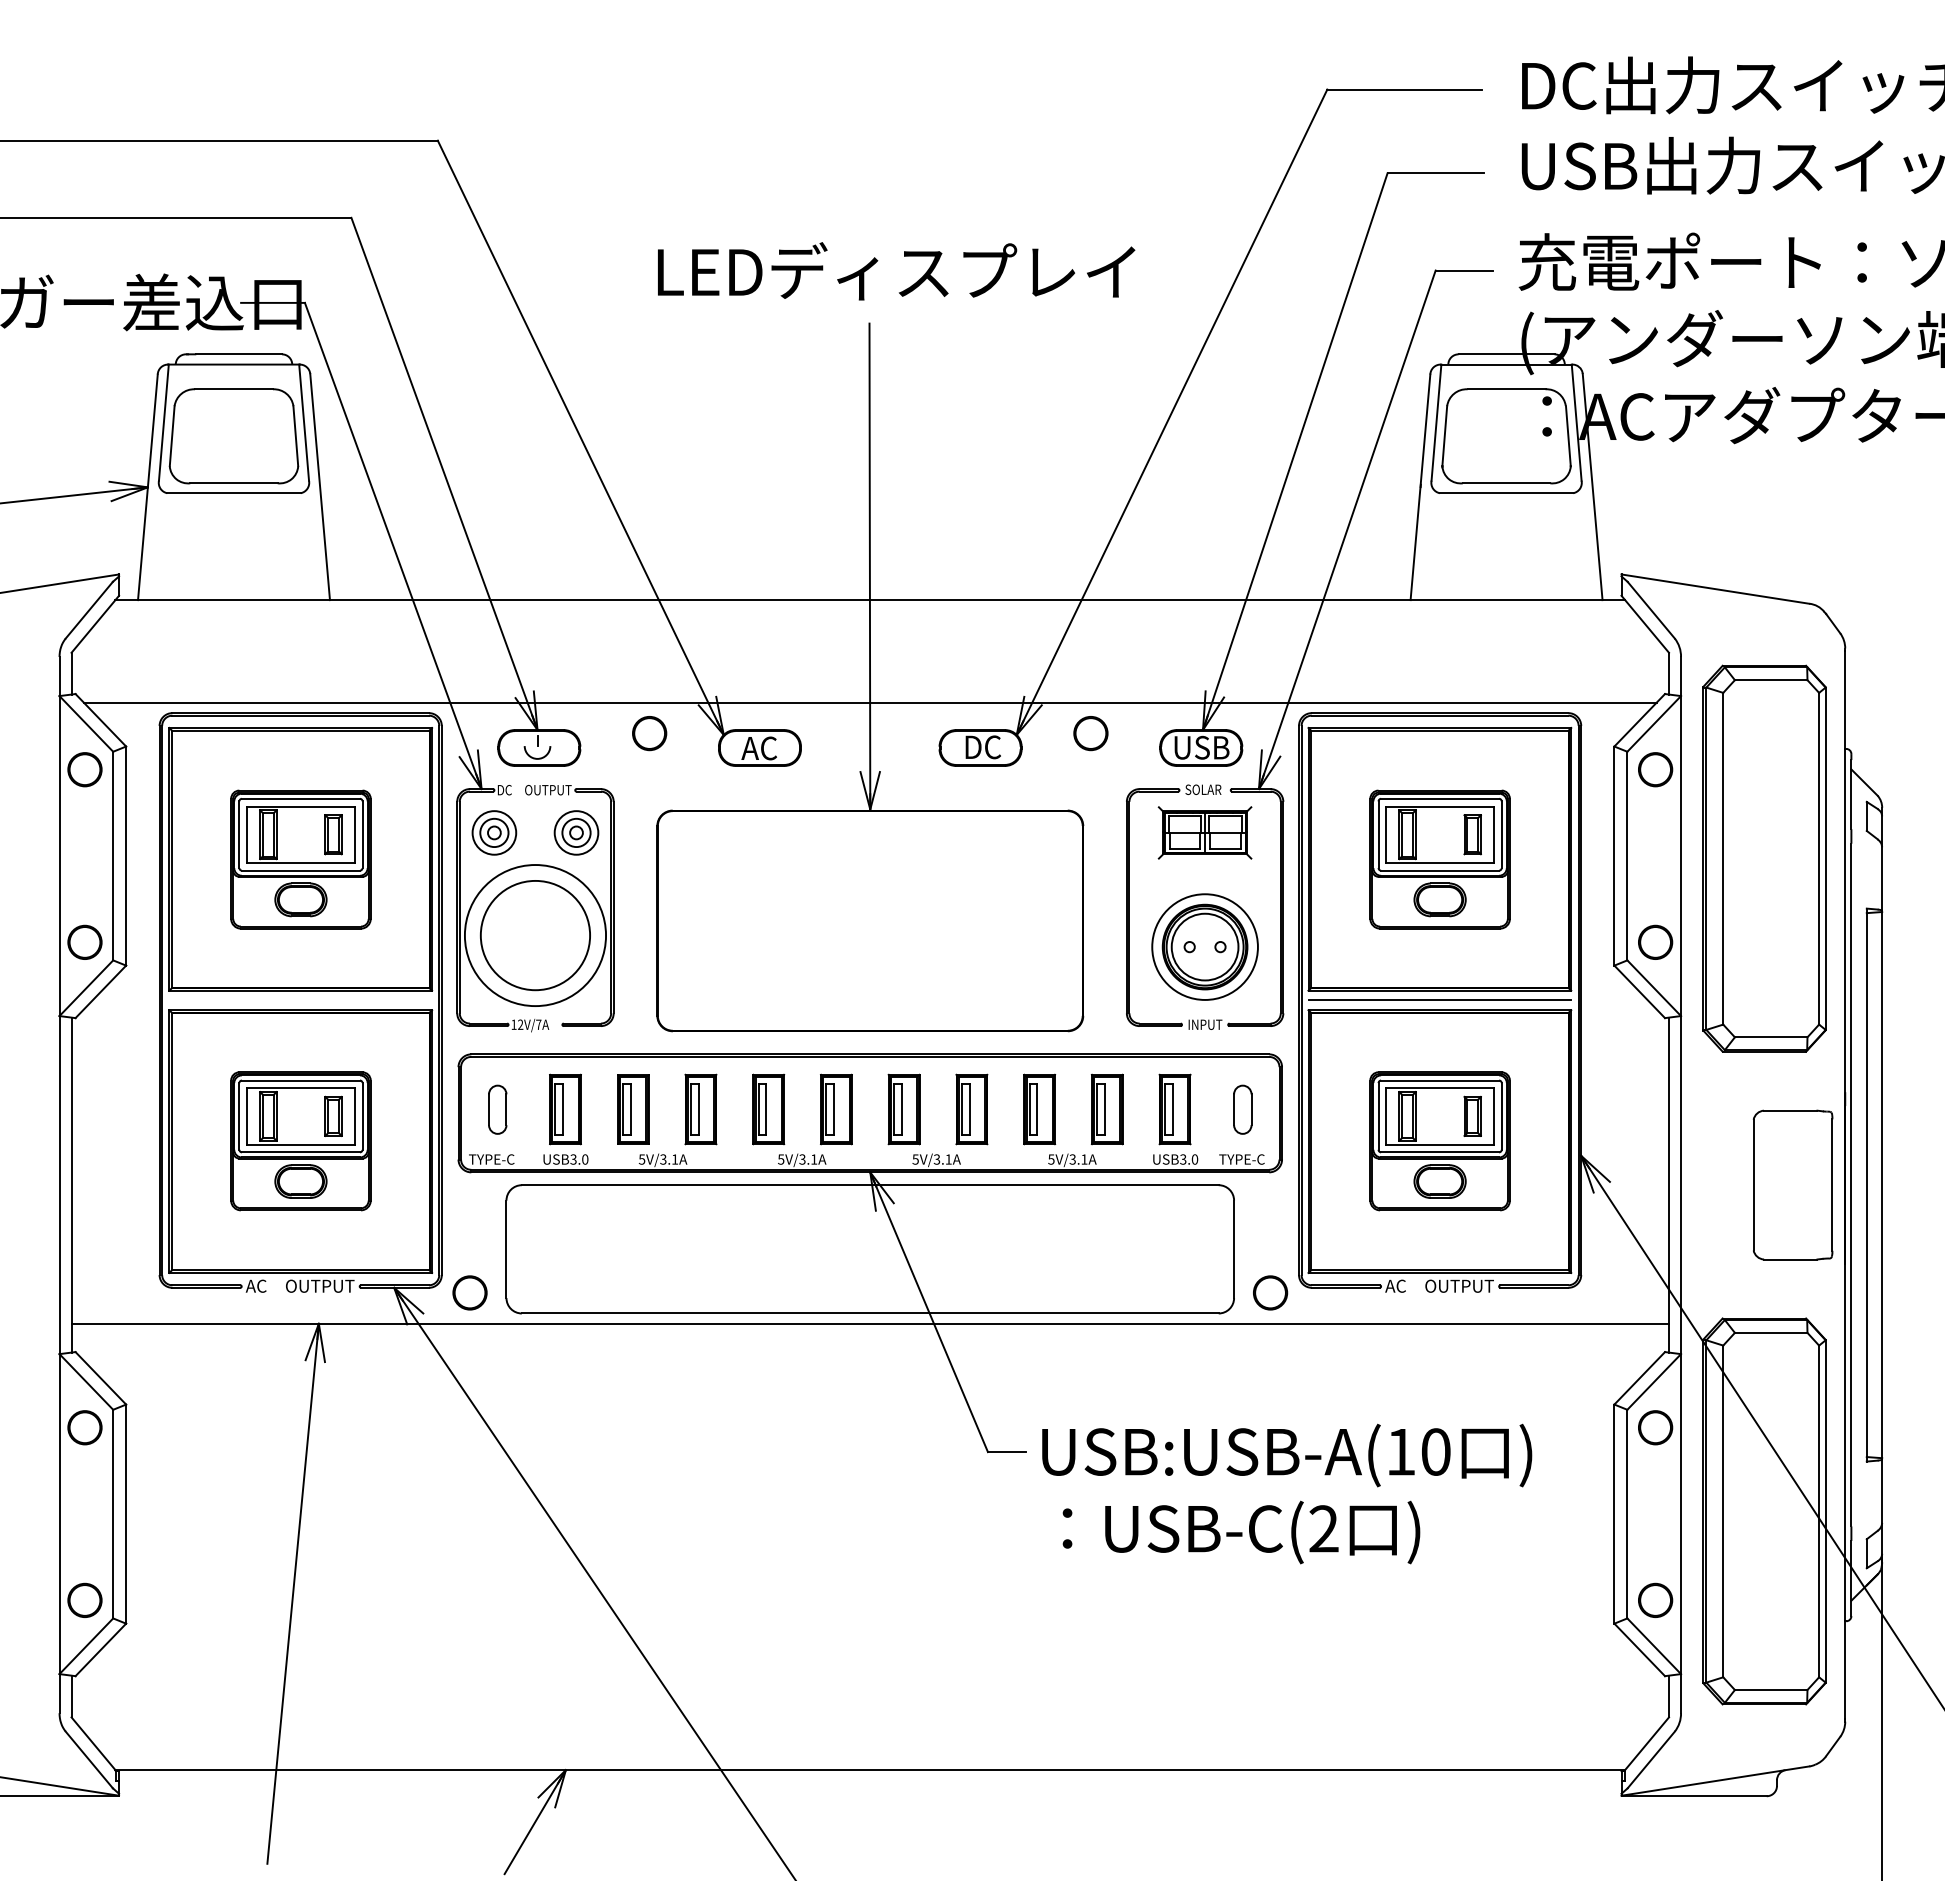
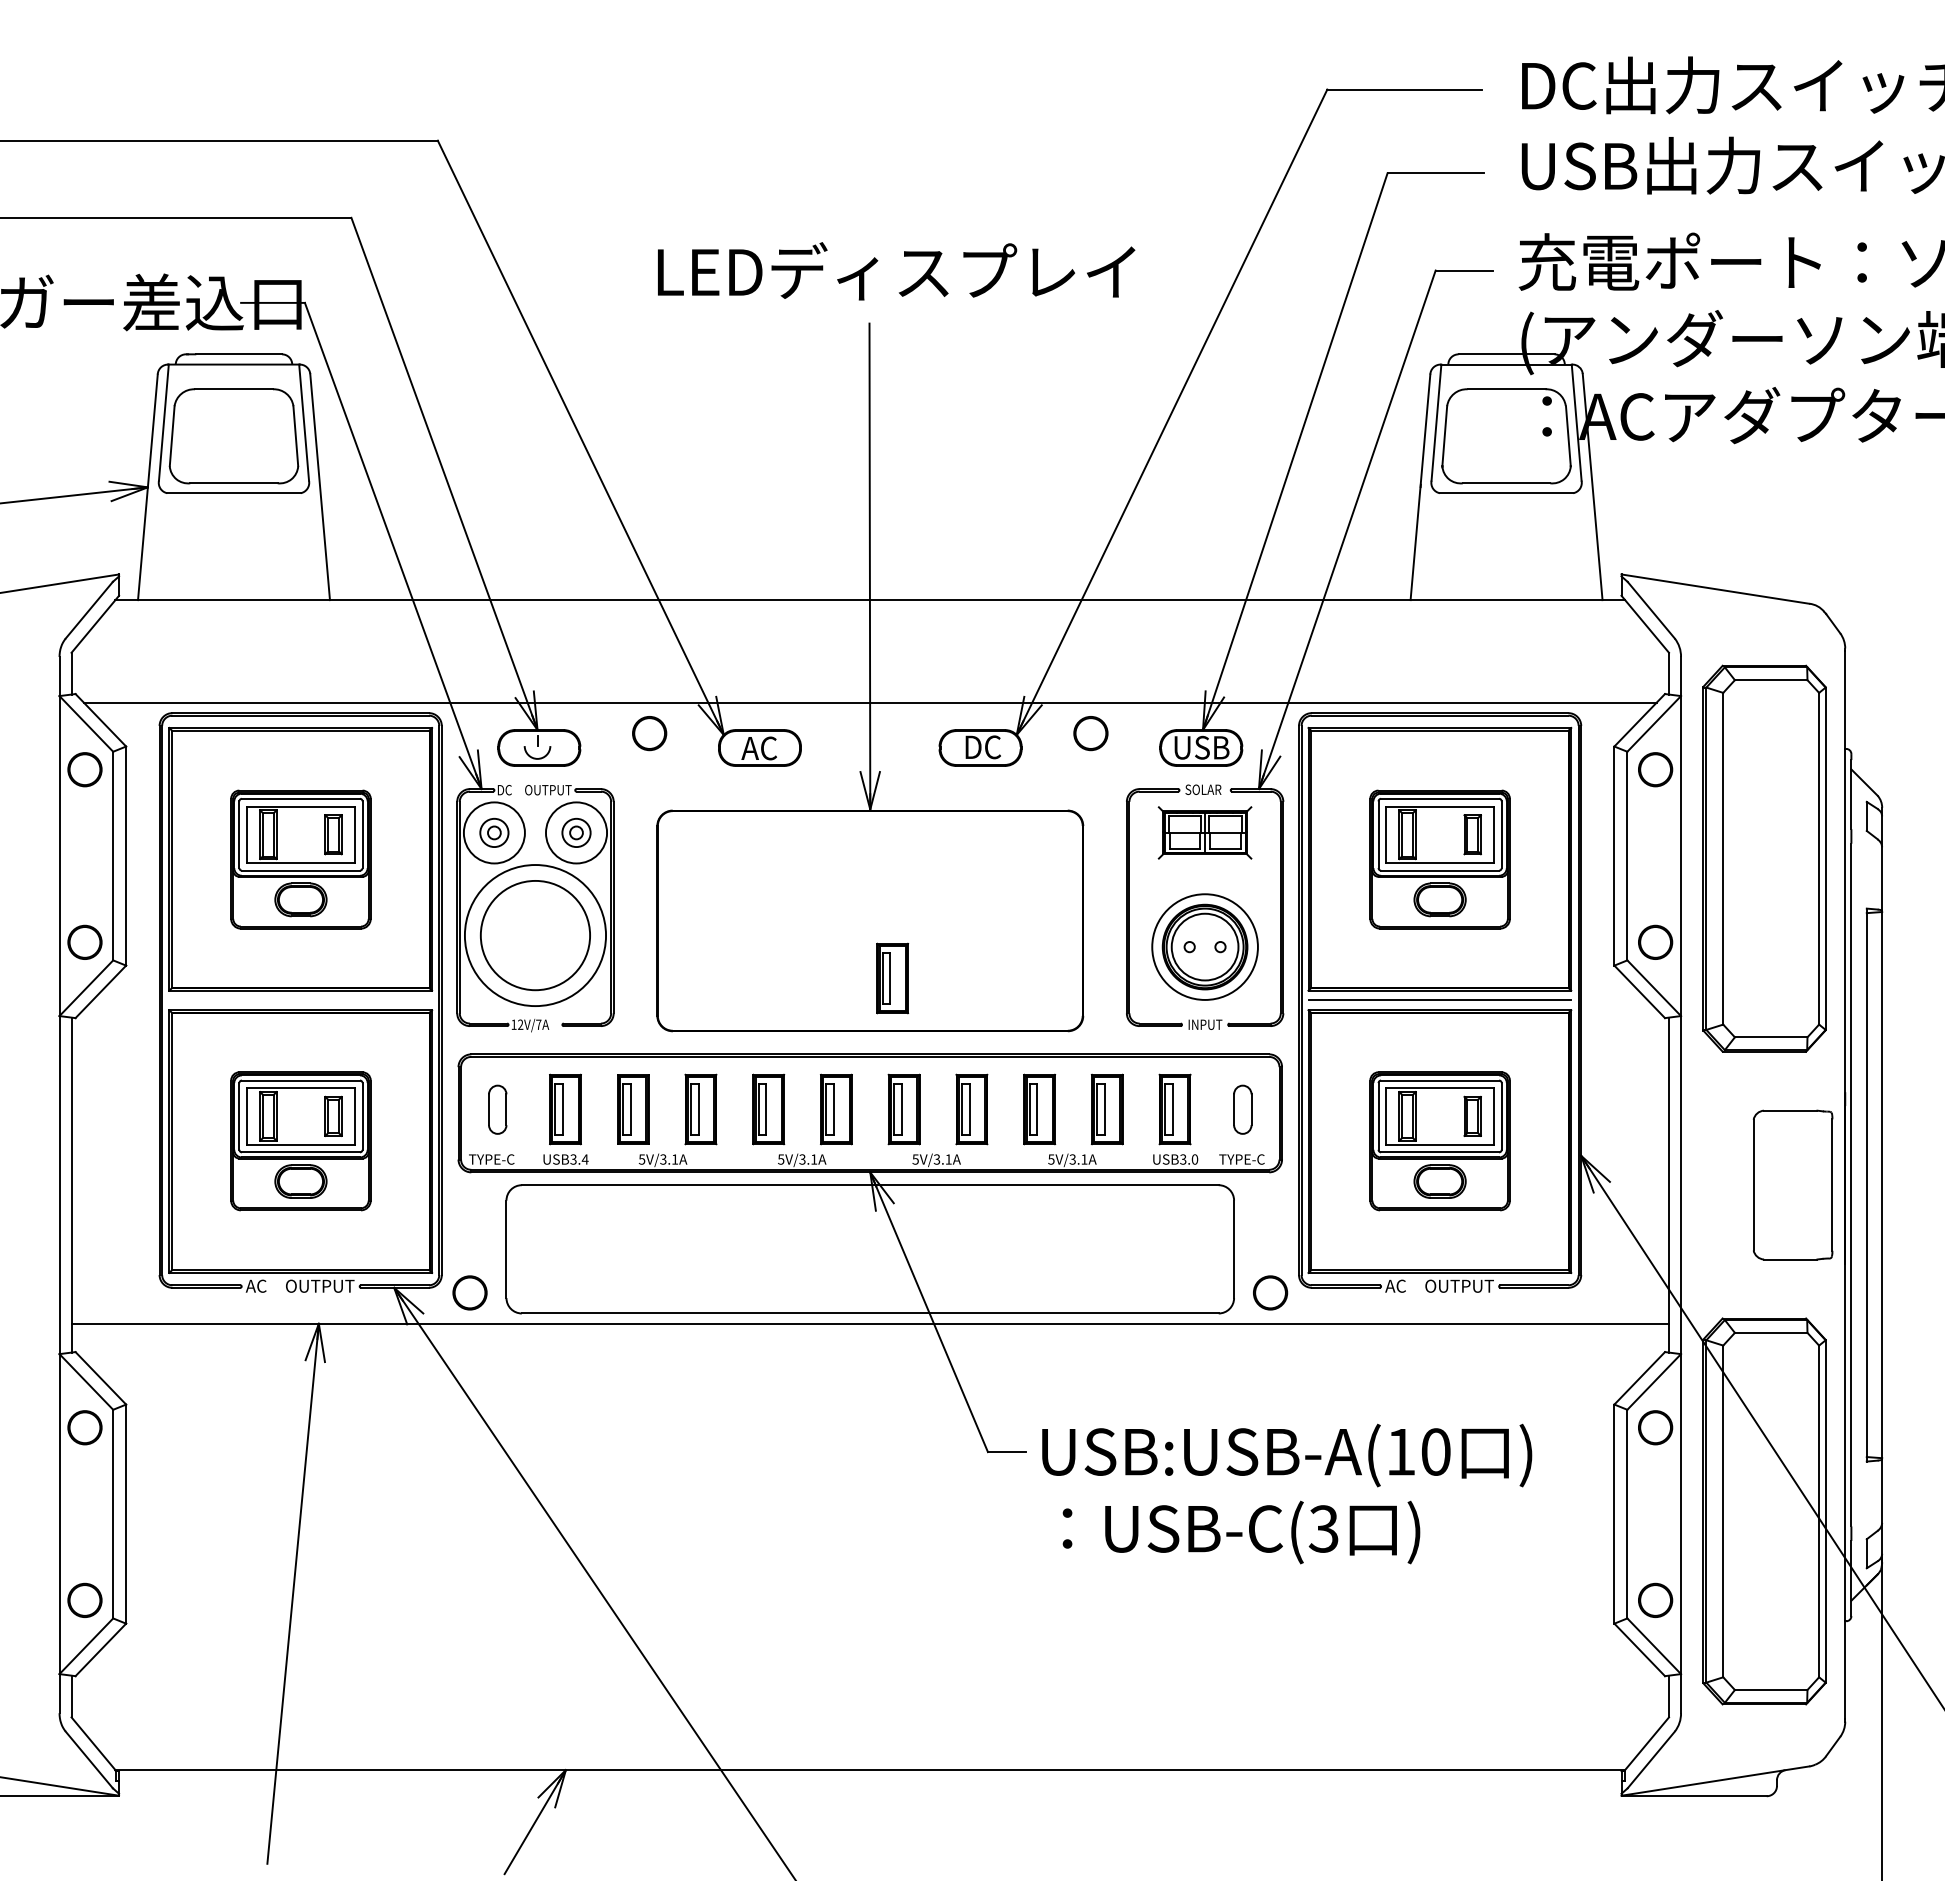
circle at (494, 832) diameter: 44 px -> 61 px
circle at (576, 832) diameter: 44 px -> 61 px
part at (892, 978): none -> present
text at (584, 1159): USB3.0 -> USB3.4
text at (1323, 1528): USB-C(2 -> USB-C(3
